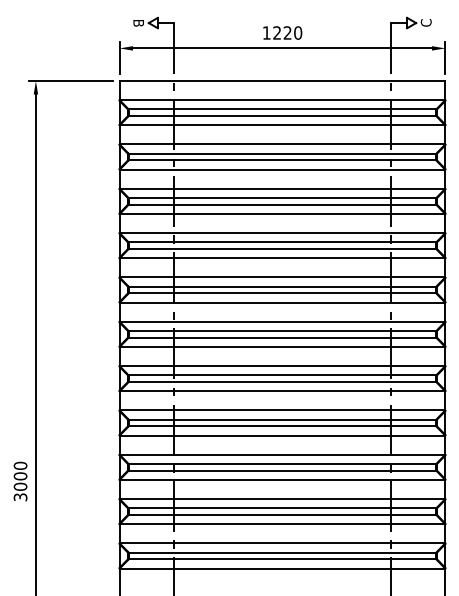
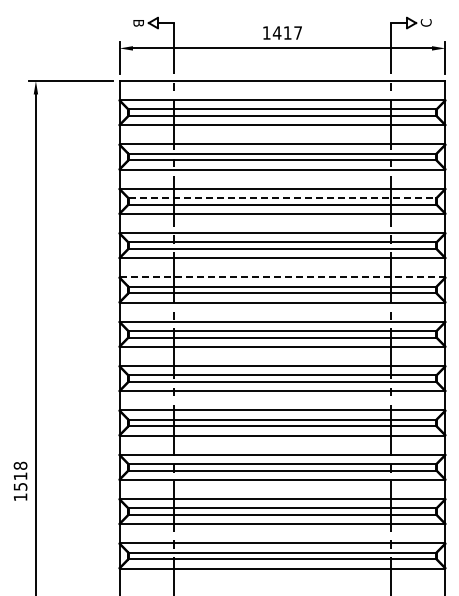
text at (287, 32): 1220 -> 1417
line at (283, 198): solid -> dashed
line at (282, 277): solid -> dashed
text at (20, 481): 3000 -> 1518
